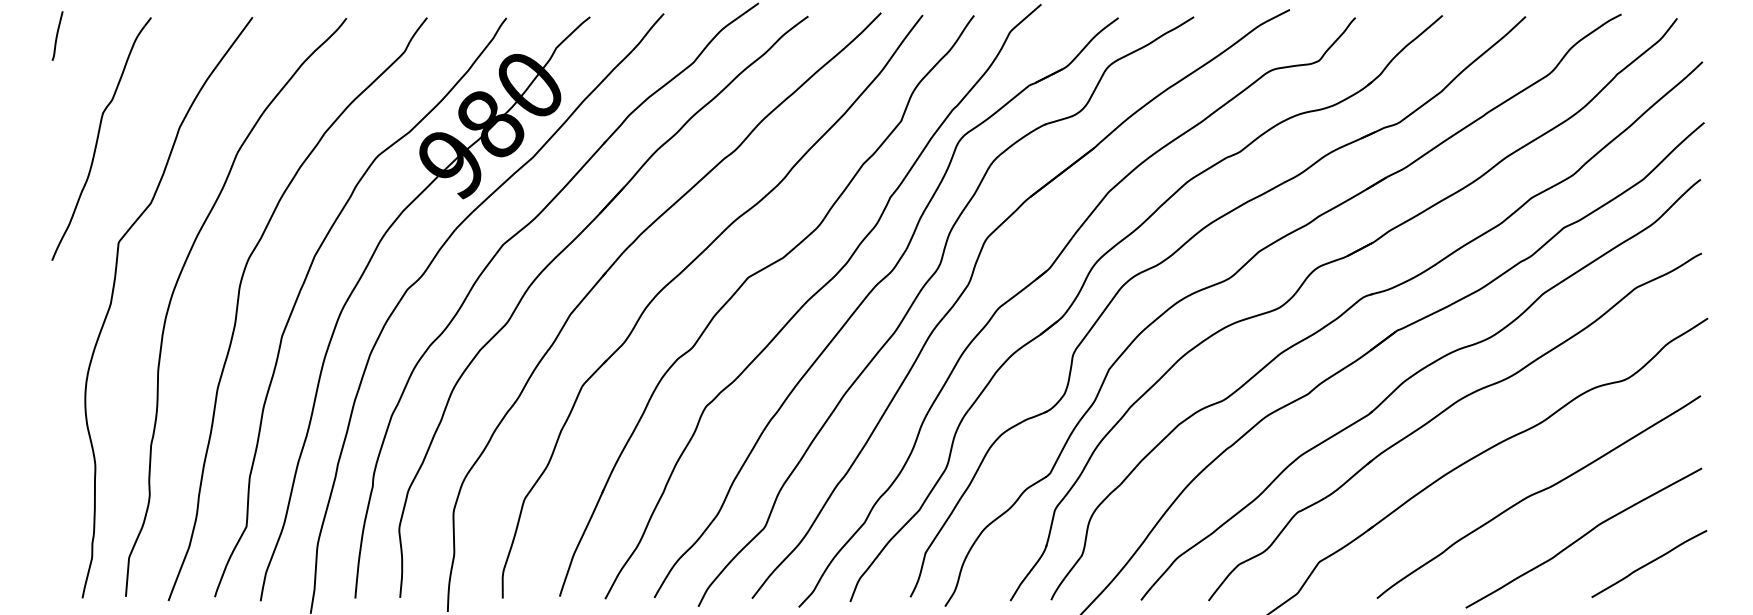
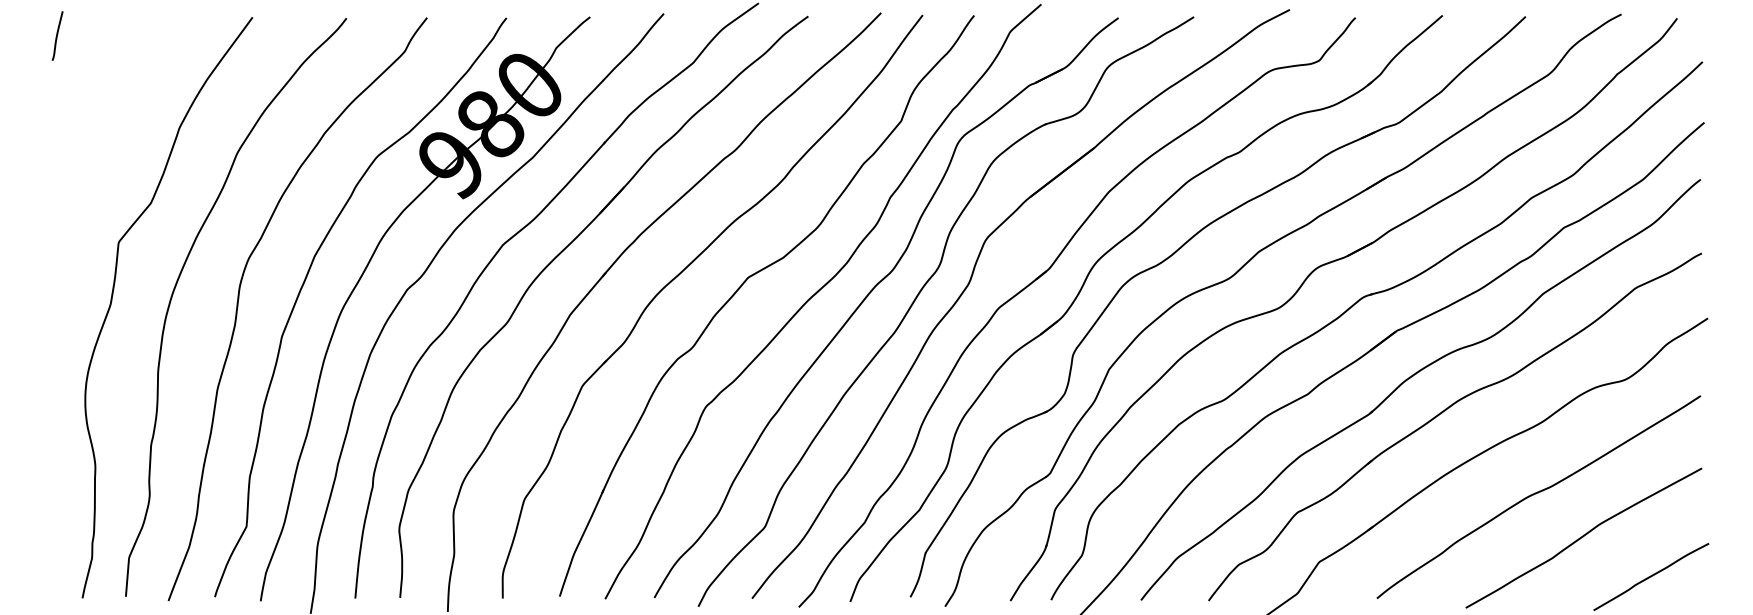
curve at (98, 138): present -> none
curve at (1649, 563) position: (1649, 563) -> (1651, 576)
